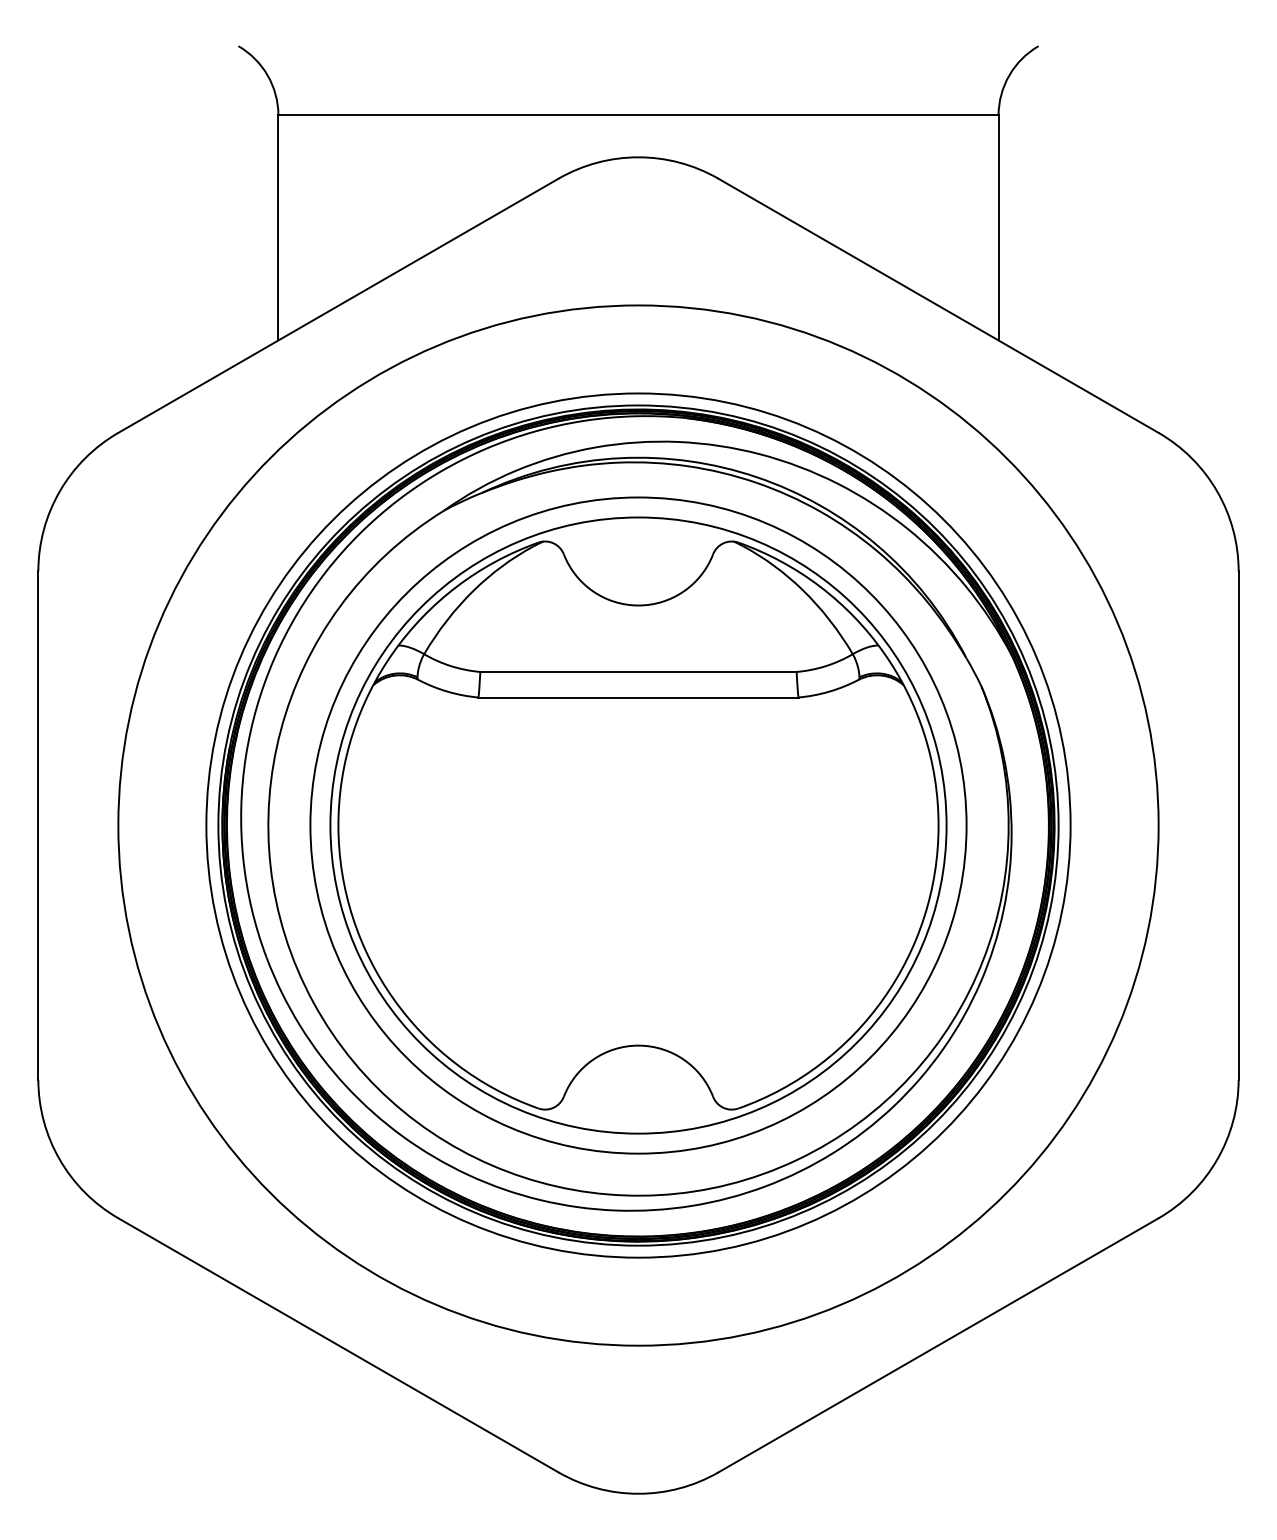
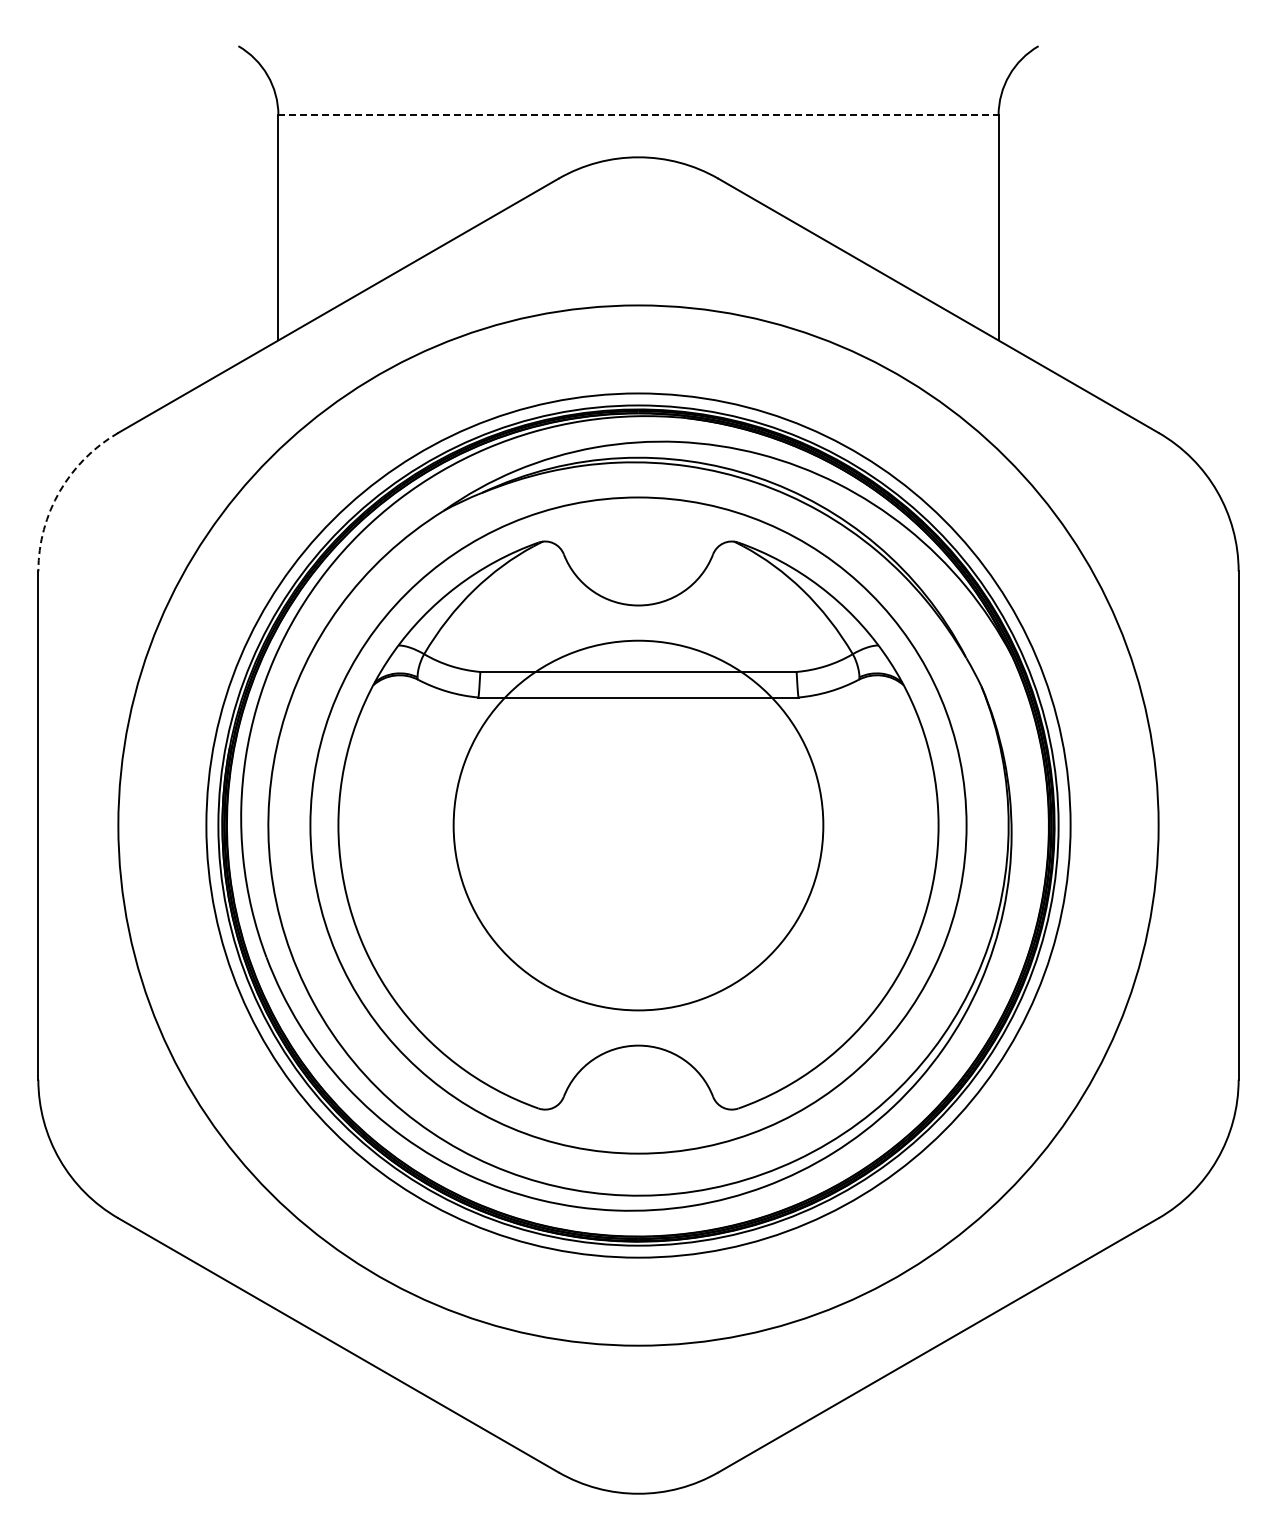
line at (639, 115): solid -> dashed
arc at (59, 491): solid -> dashed
circle at (638, 825) diameter: 616 px -> 370 px
